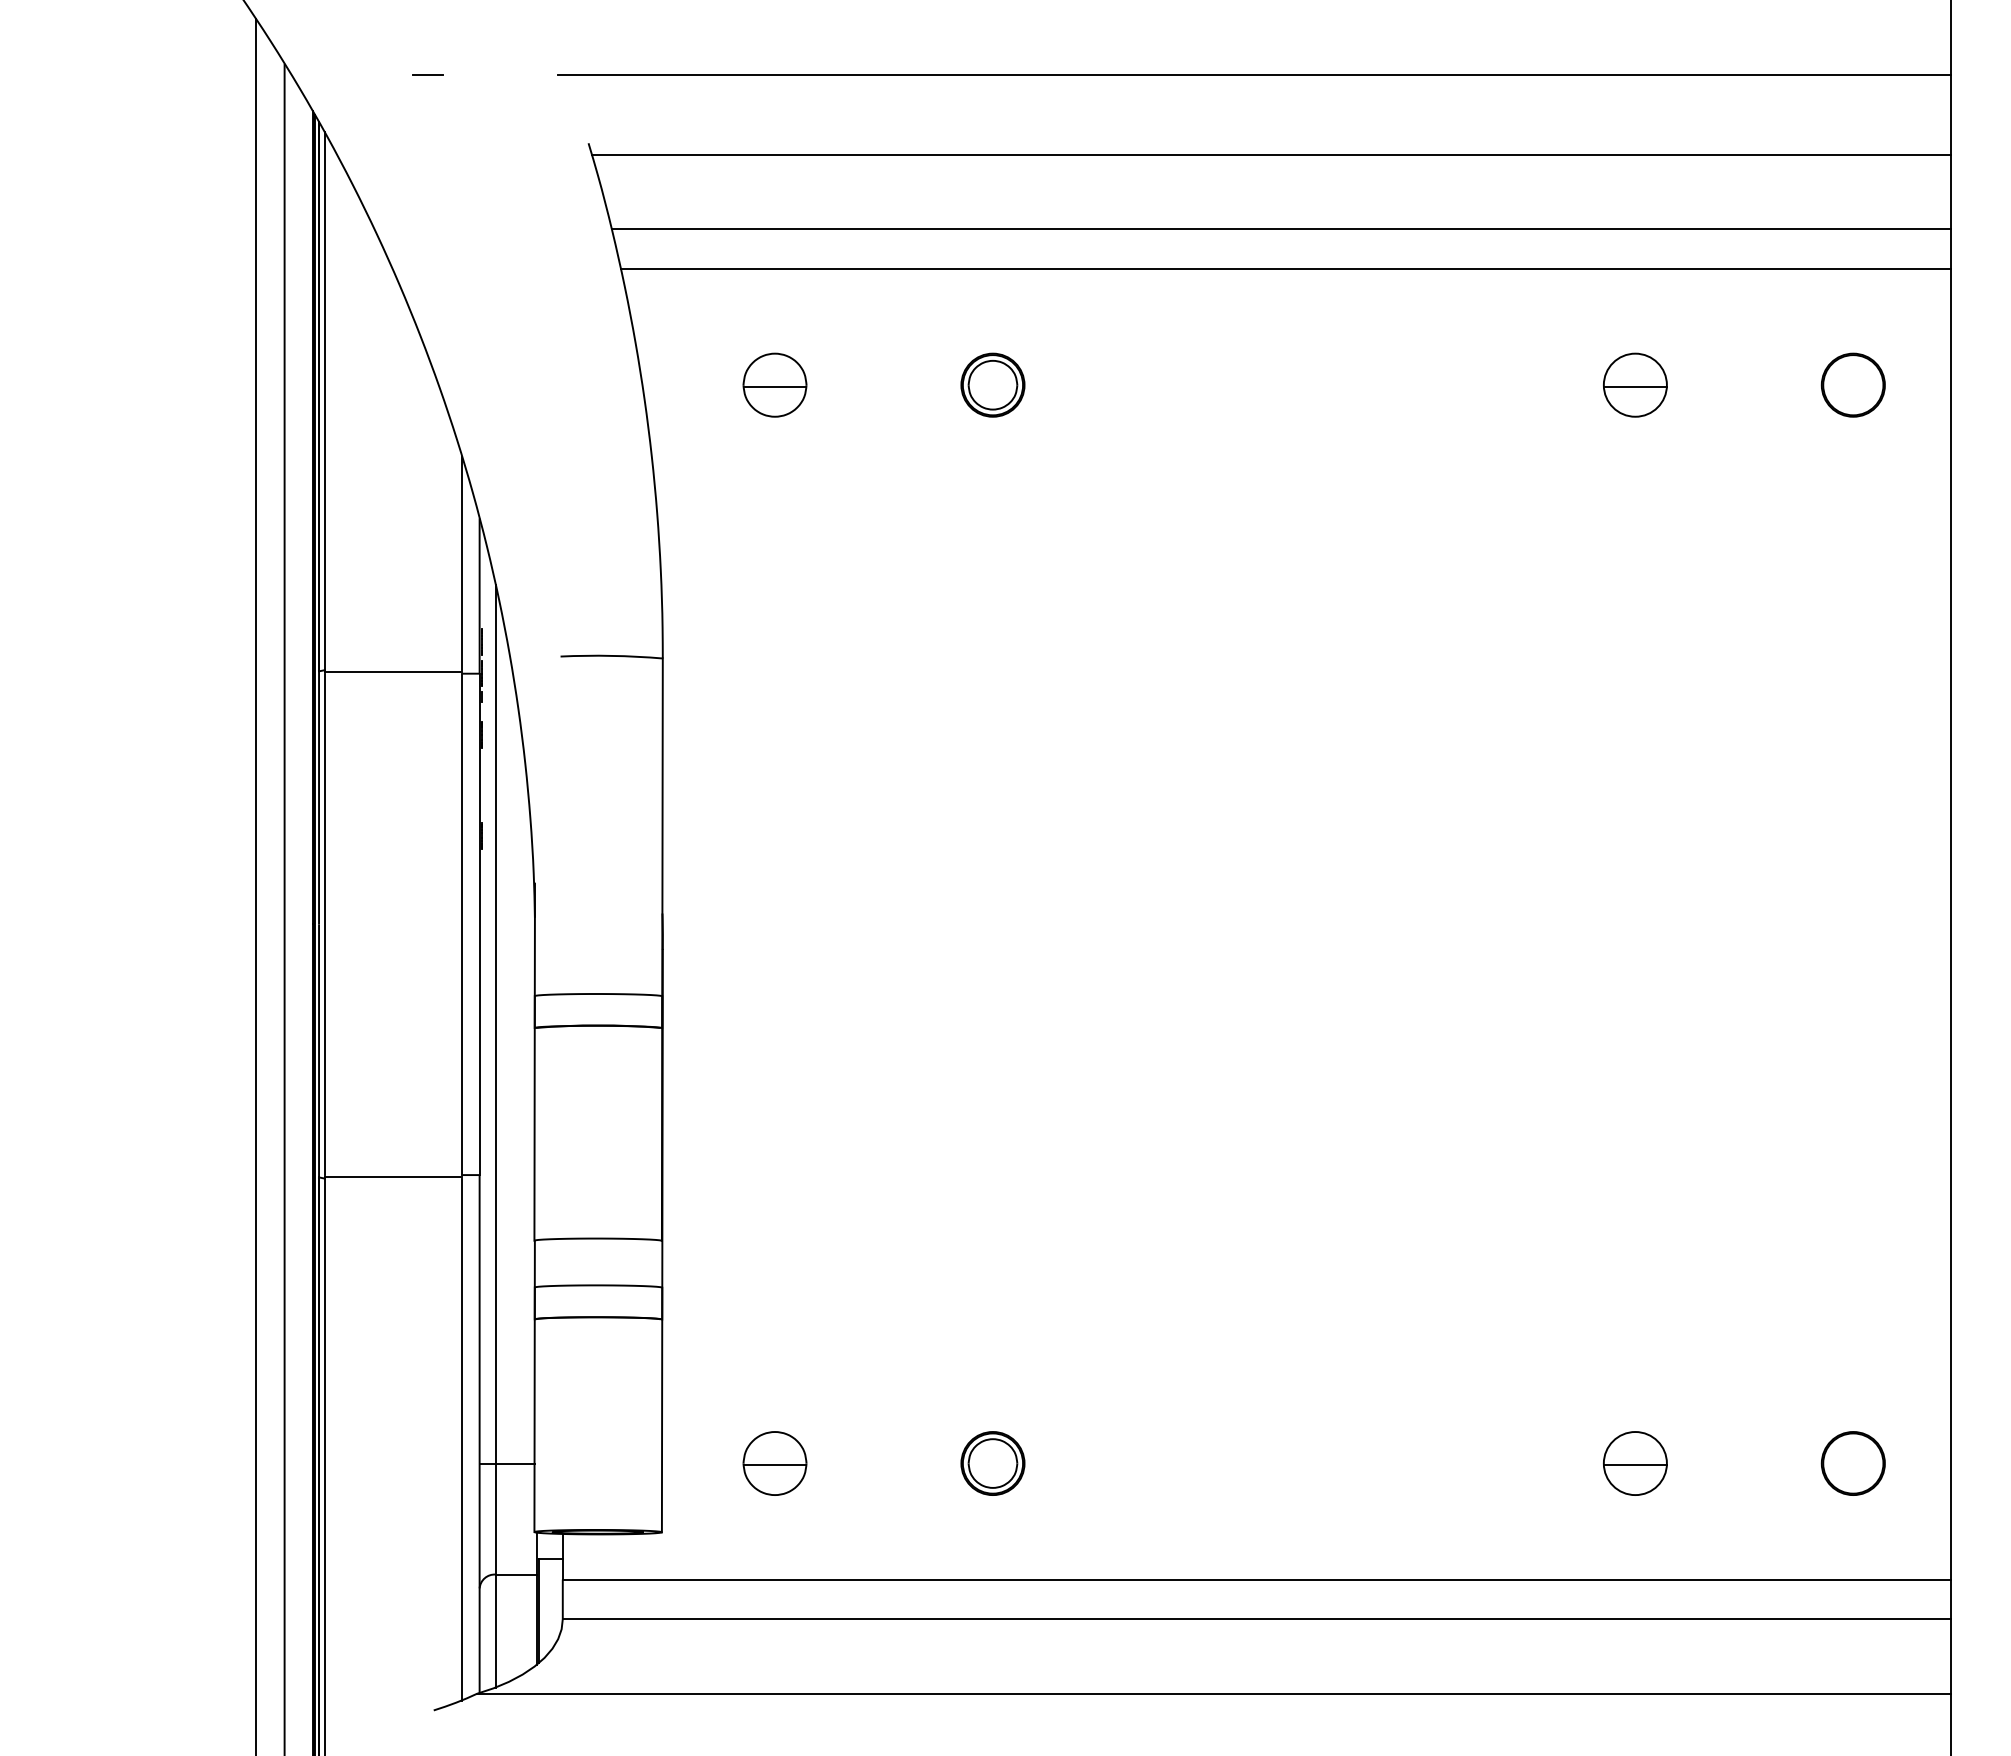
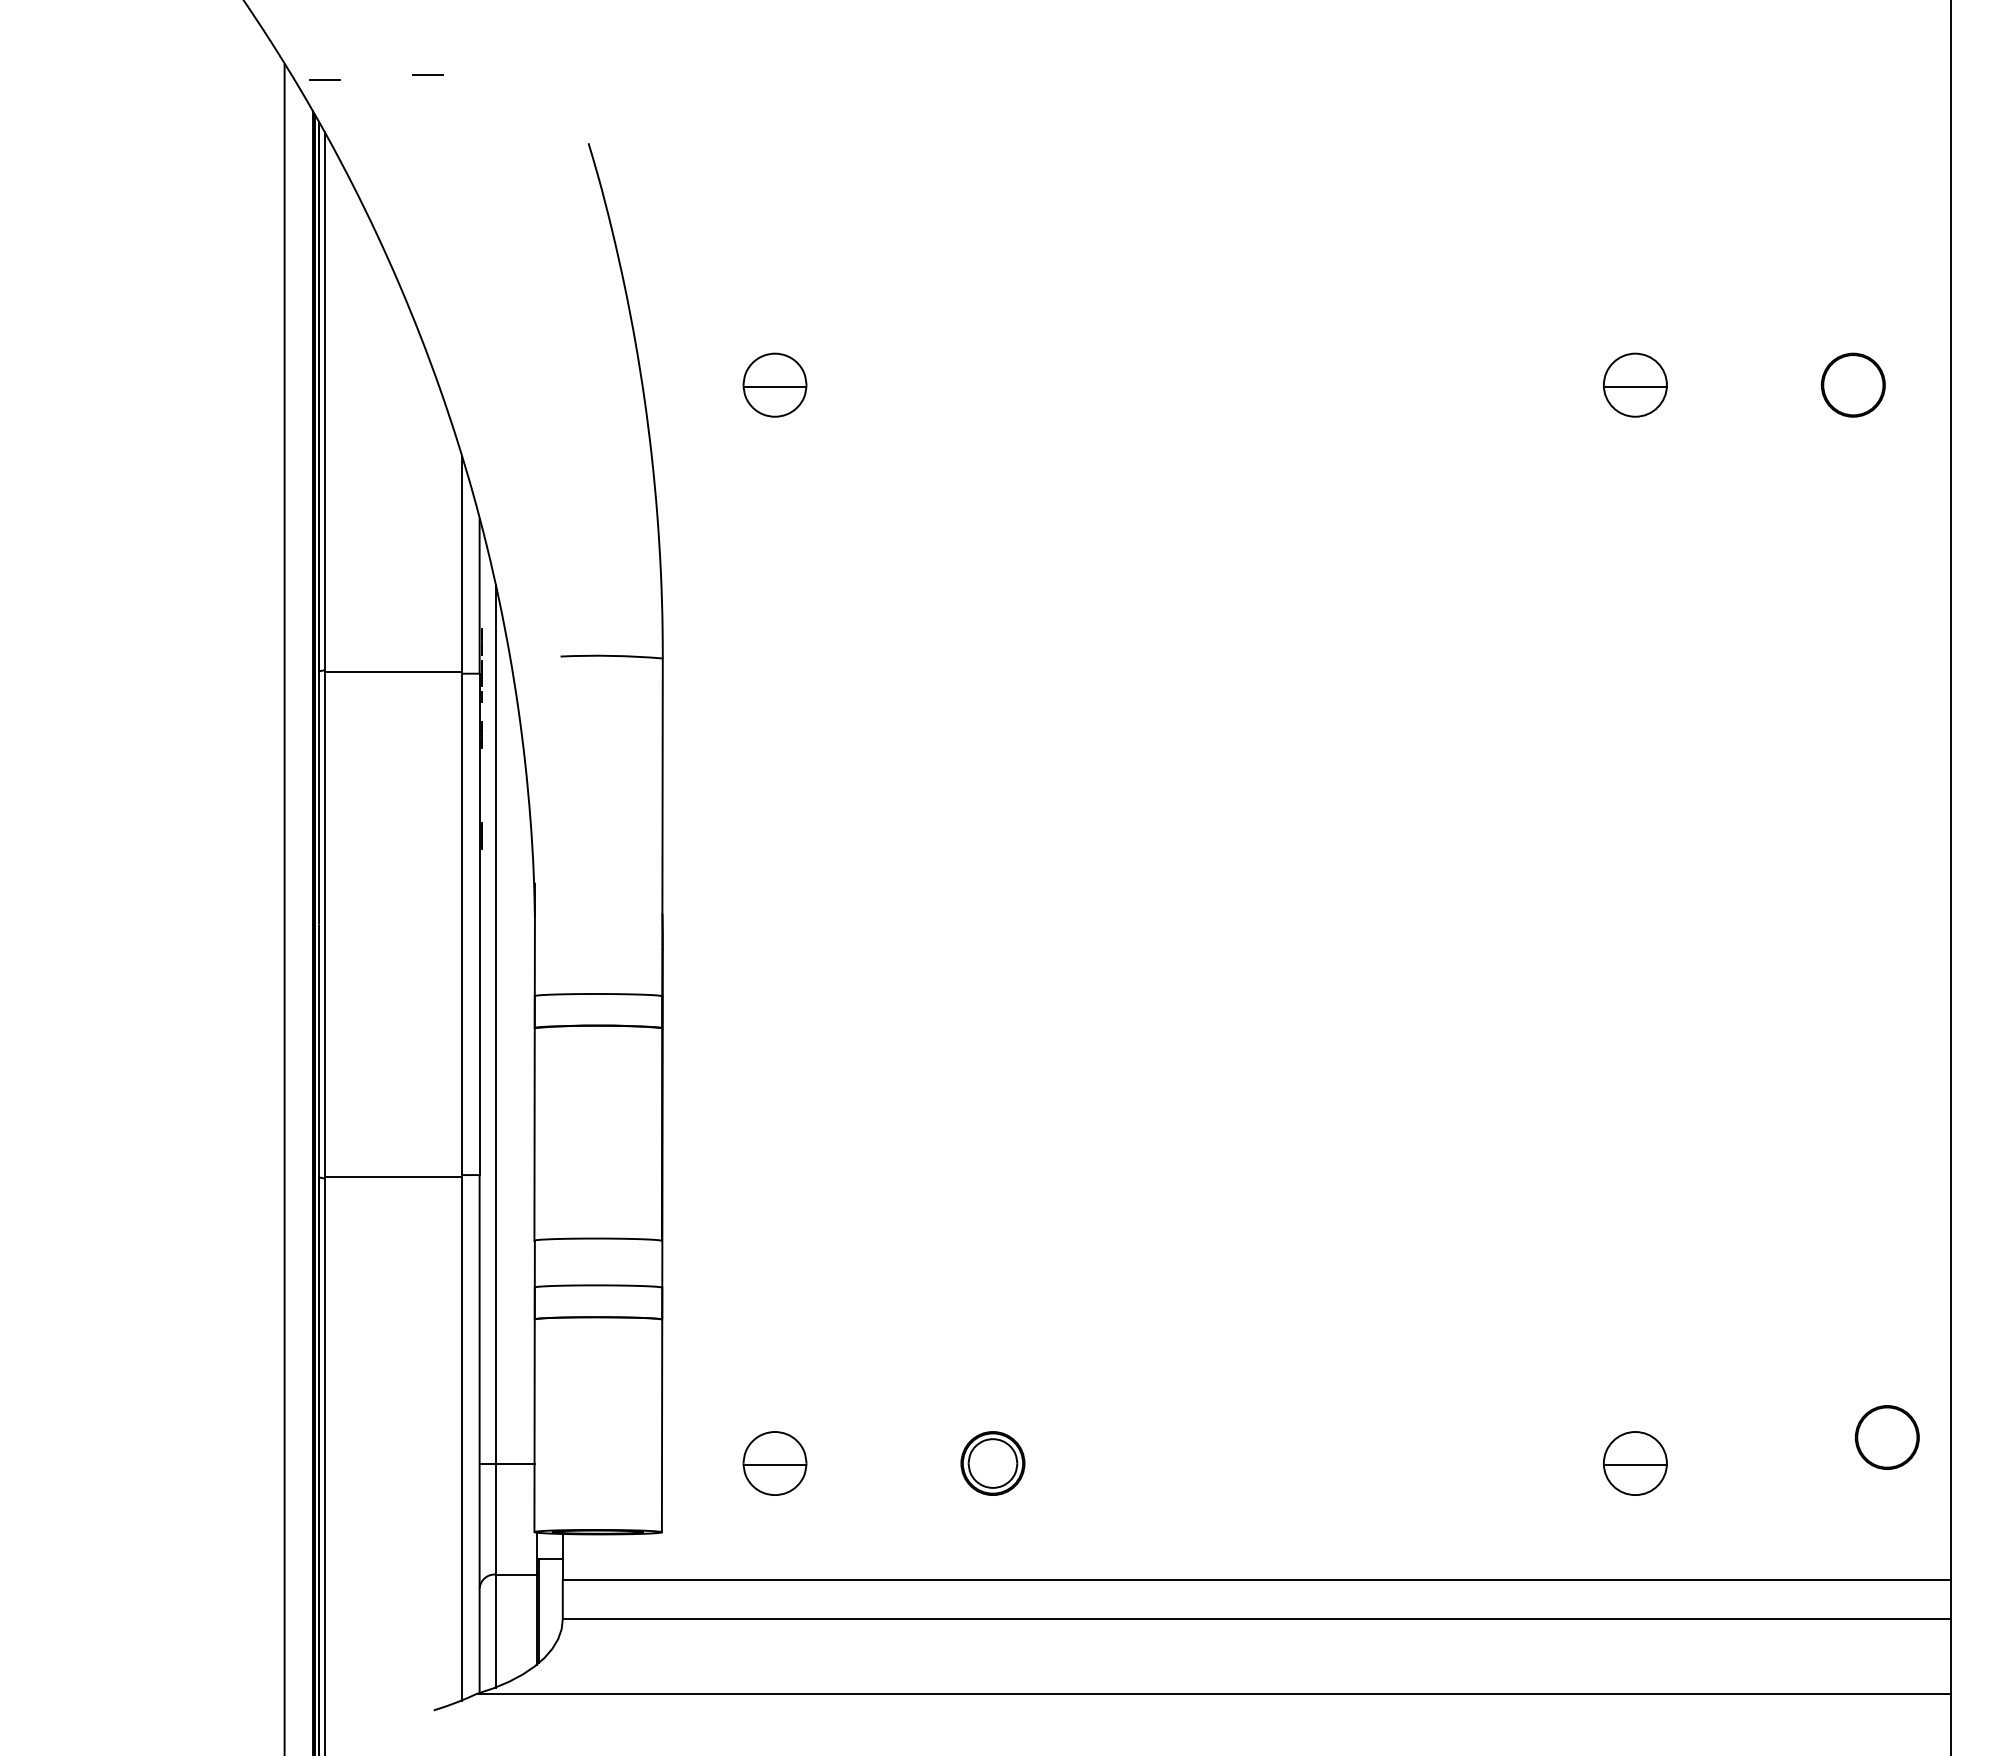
line at (1253, 75): present -> none
line at (324, 79): none -> present
line at (1270, 154): present -> none
line at (1280, 229): present -> none
line at (1285, 269): present -> none
part at (992, 384): present -> none
line at (256, 885): present -> none
part at (1852, 1463) position: (1852, 1463) -> (1886, 1437)
